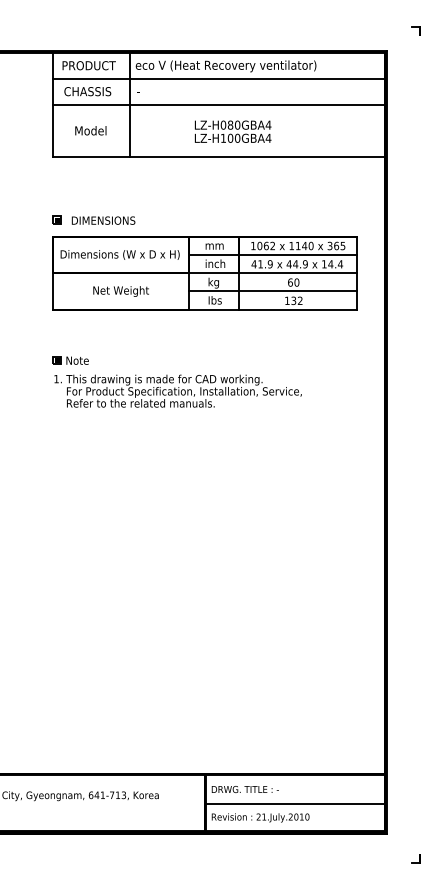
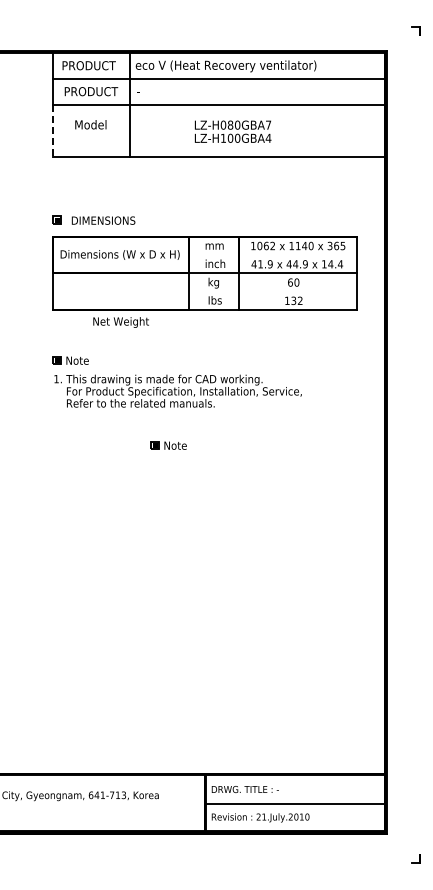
text at (91, 91): CHASSIS -> PRODUCT
text at (268, 124): LZ-H080GBA4 -> LZ-H080GBA7
text at (90, 130) position: (90, 130) -> (90, 124)
line at (53, 131): solid -> dashed
line at (273, 254): present -> none
text at (120, 291) position: (120, 291) -> (120, 322)
line at (273, 291): present -> none
part at (168, 445): none -> present
